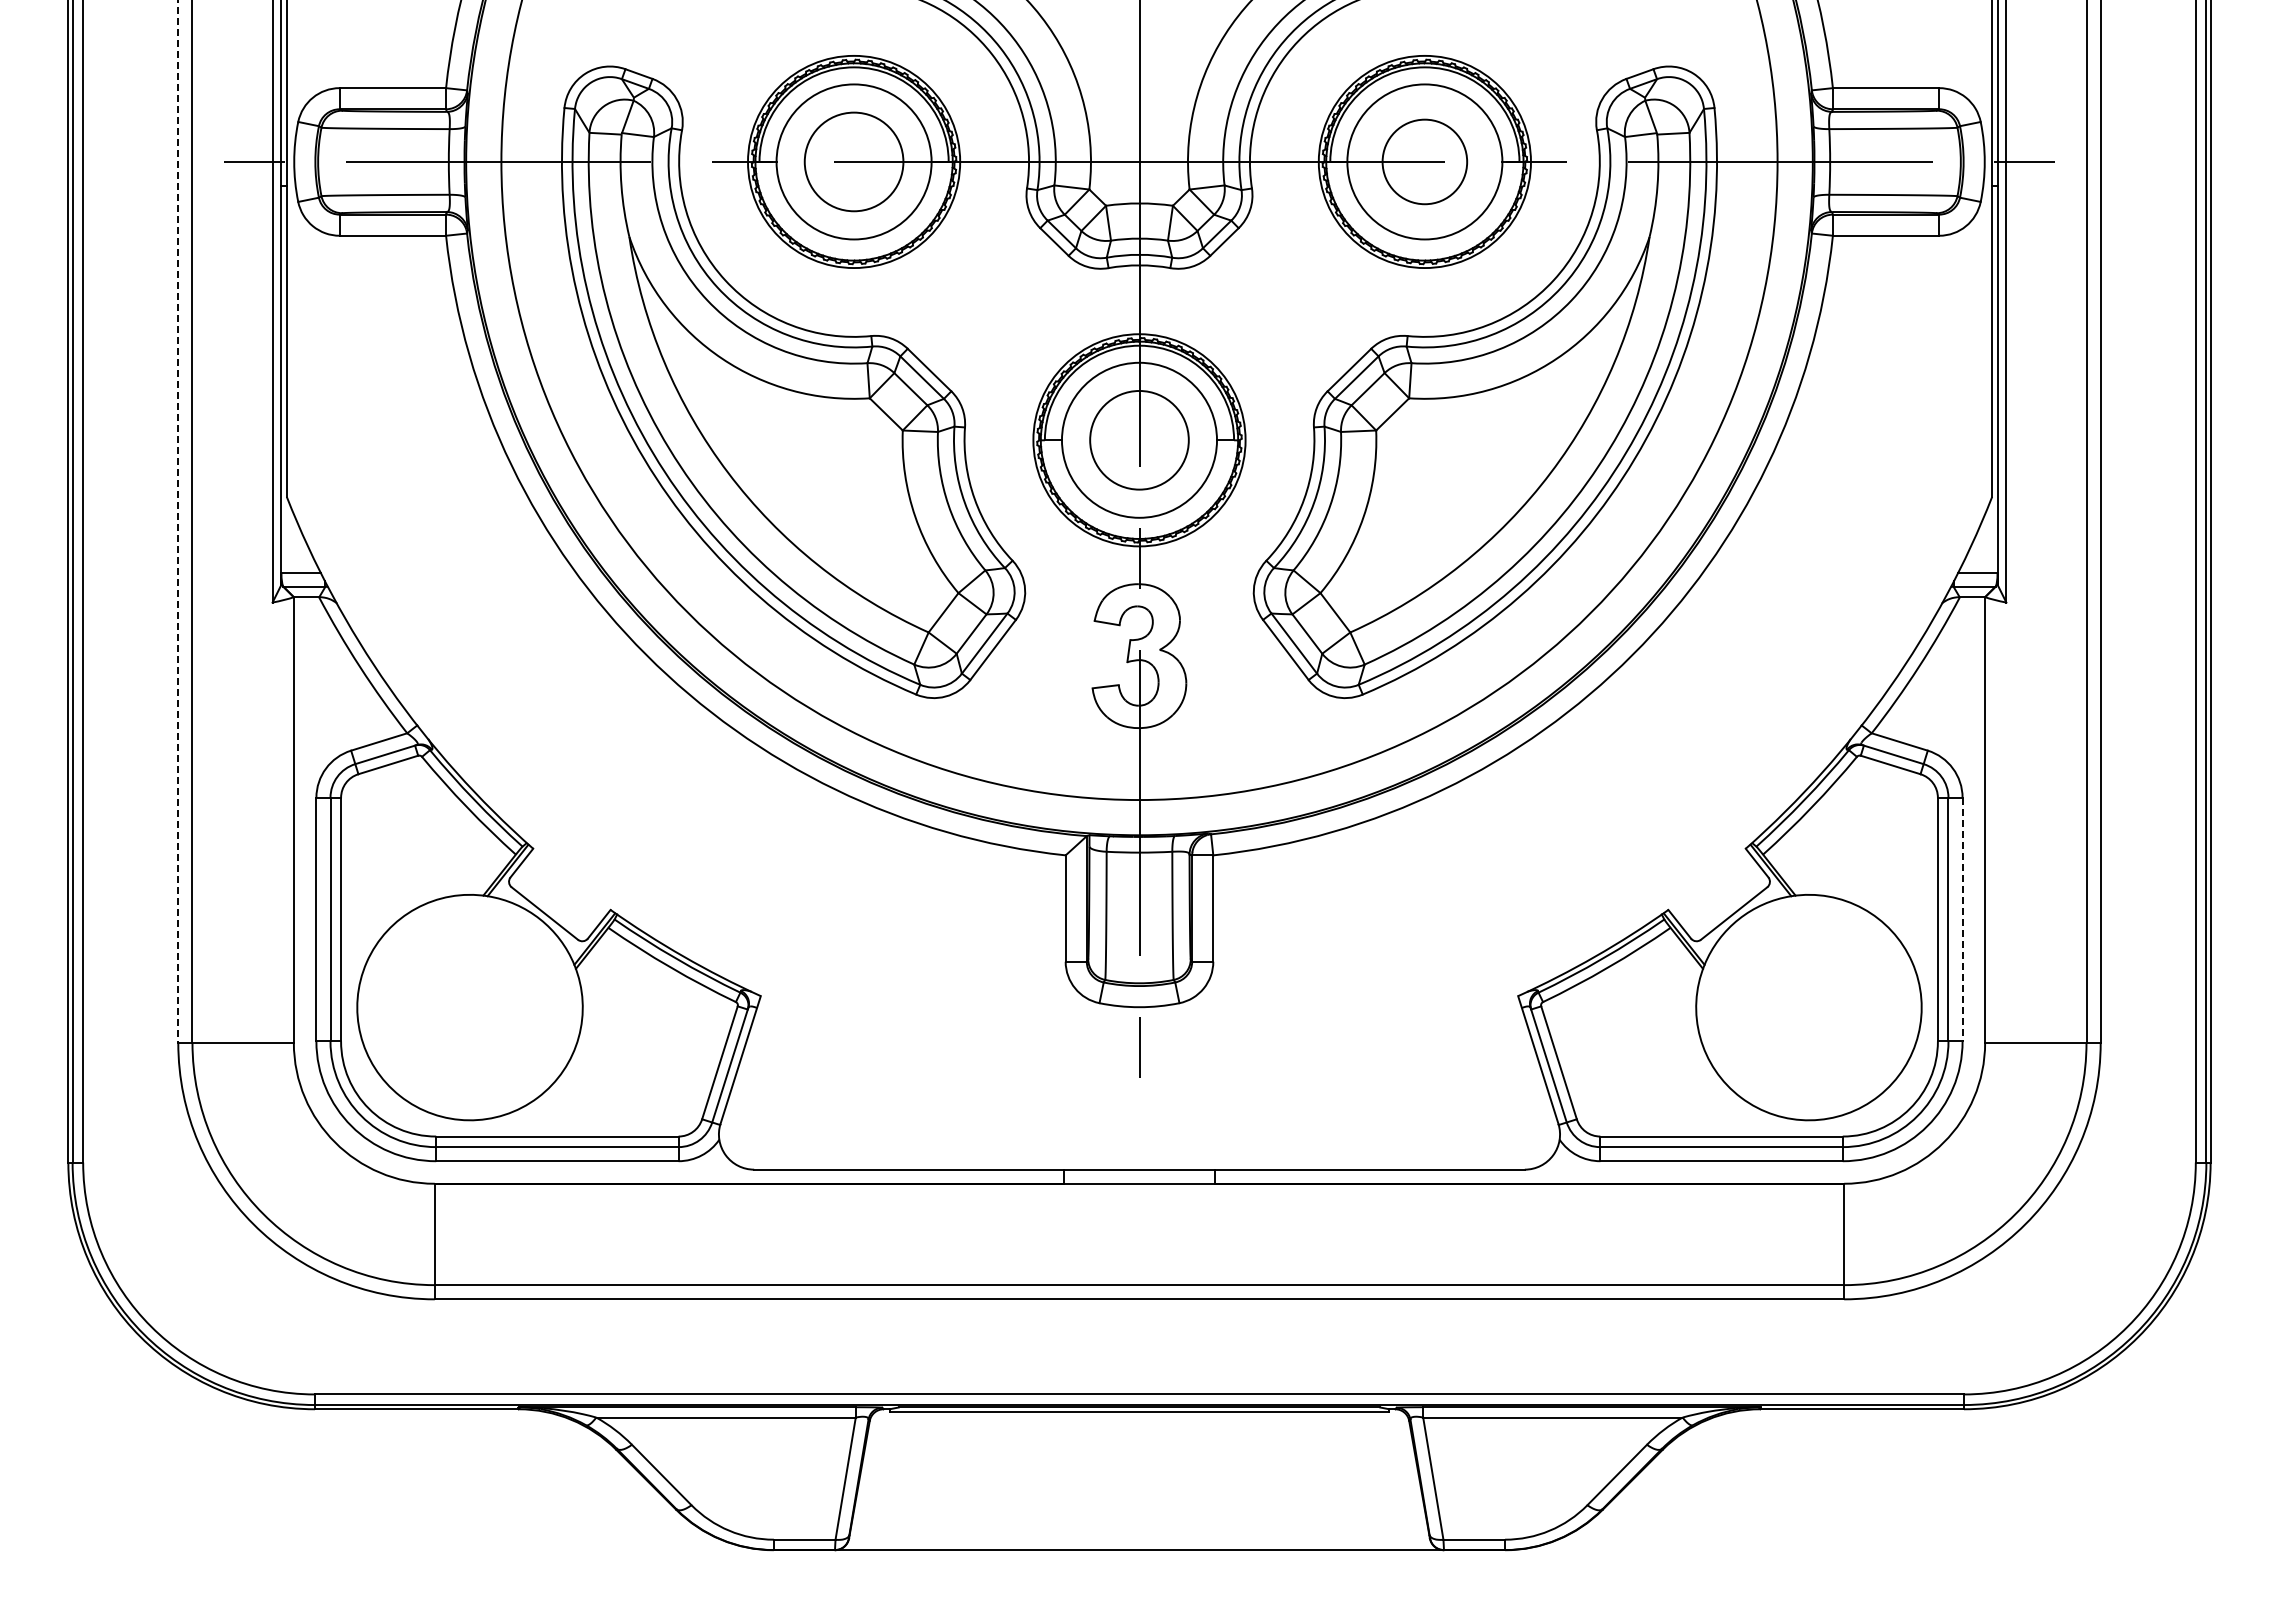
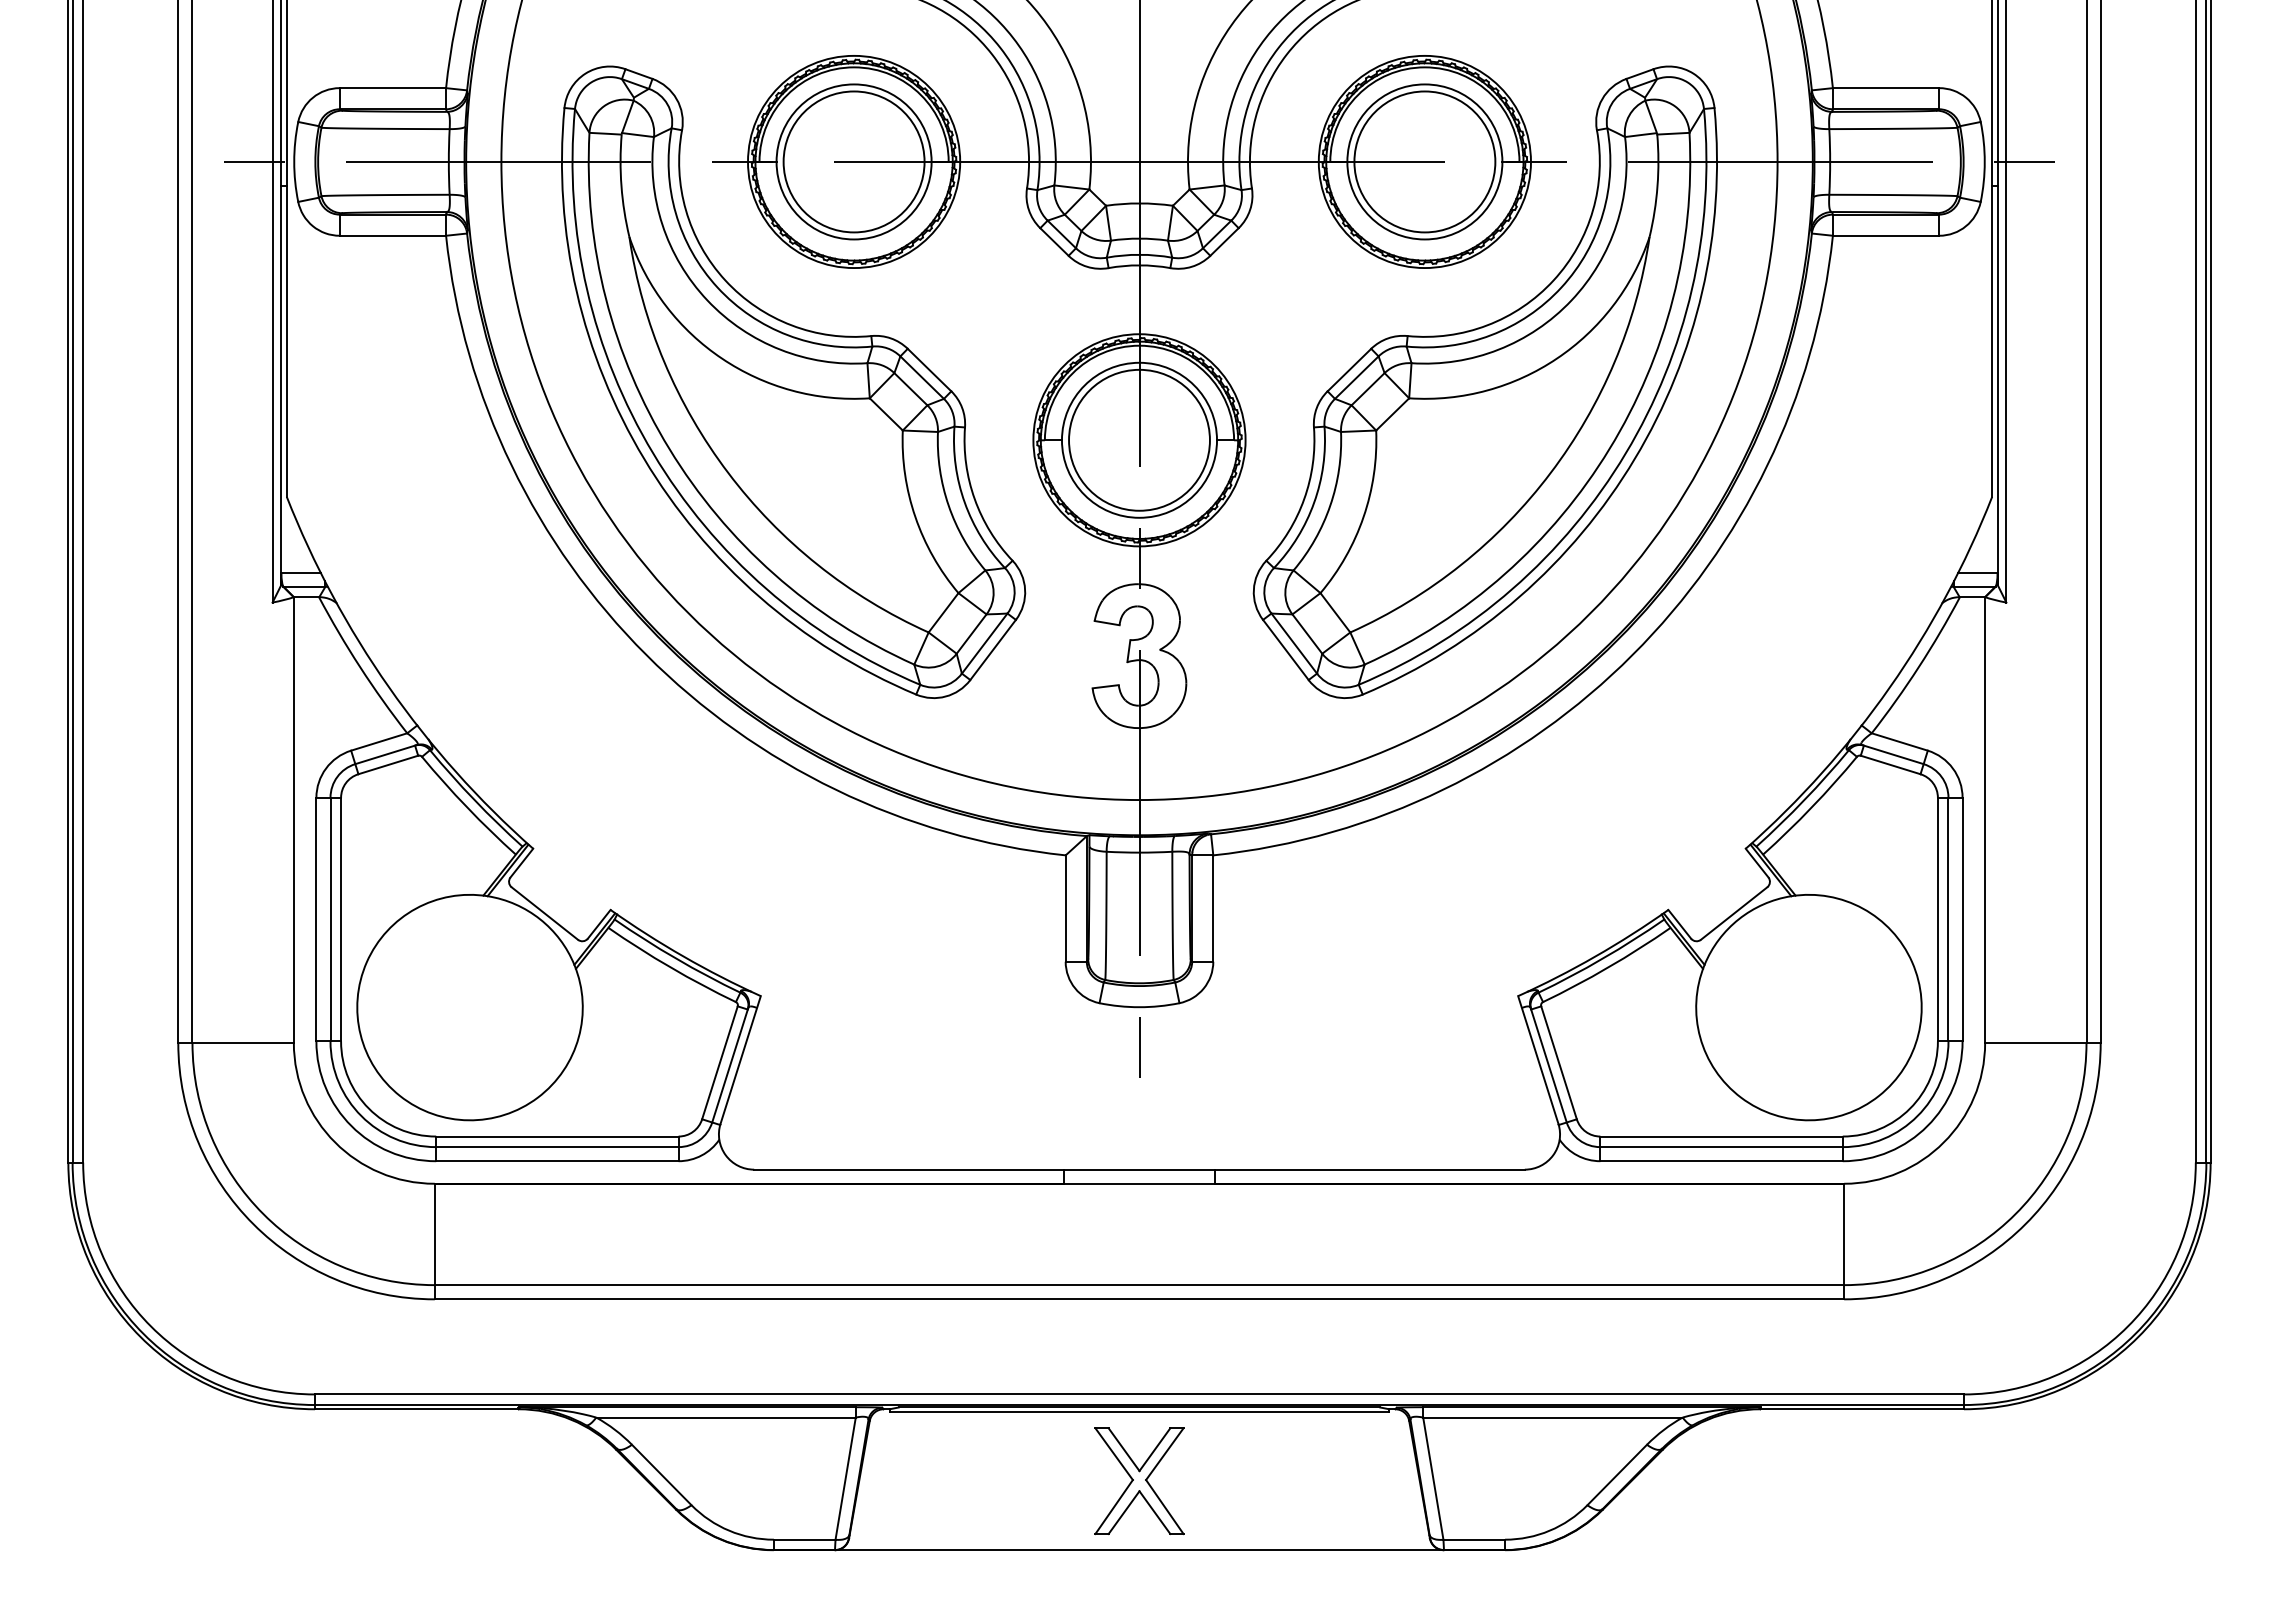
circle at (853, 161) diameter: 99 px -> 141 px
circle at (1424, 161) diameter: 85 px -> 141 px
circle at (1139, 439) diameter: 99 px -> 141 px
line at (178, 521): dashed -> solid
line at (1962, 919): dashed -> solid
part at (1139, 1481): none -> present
